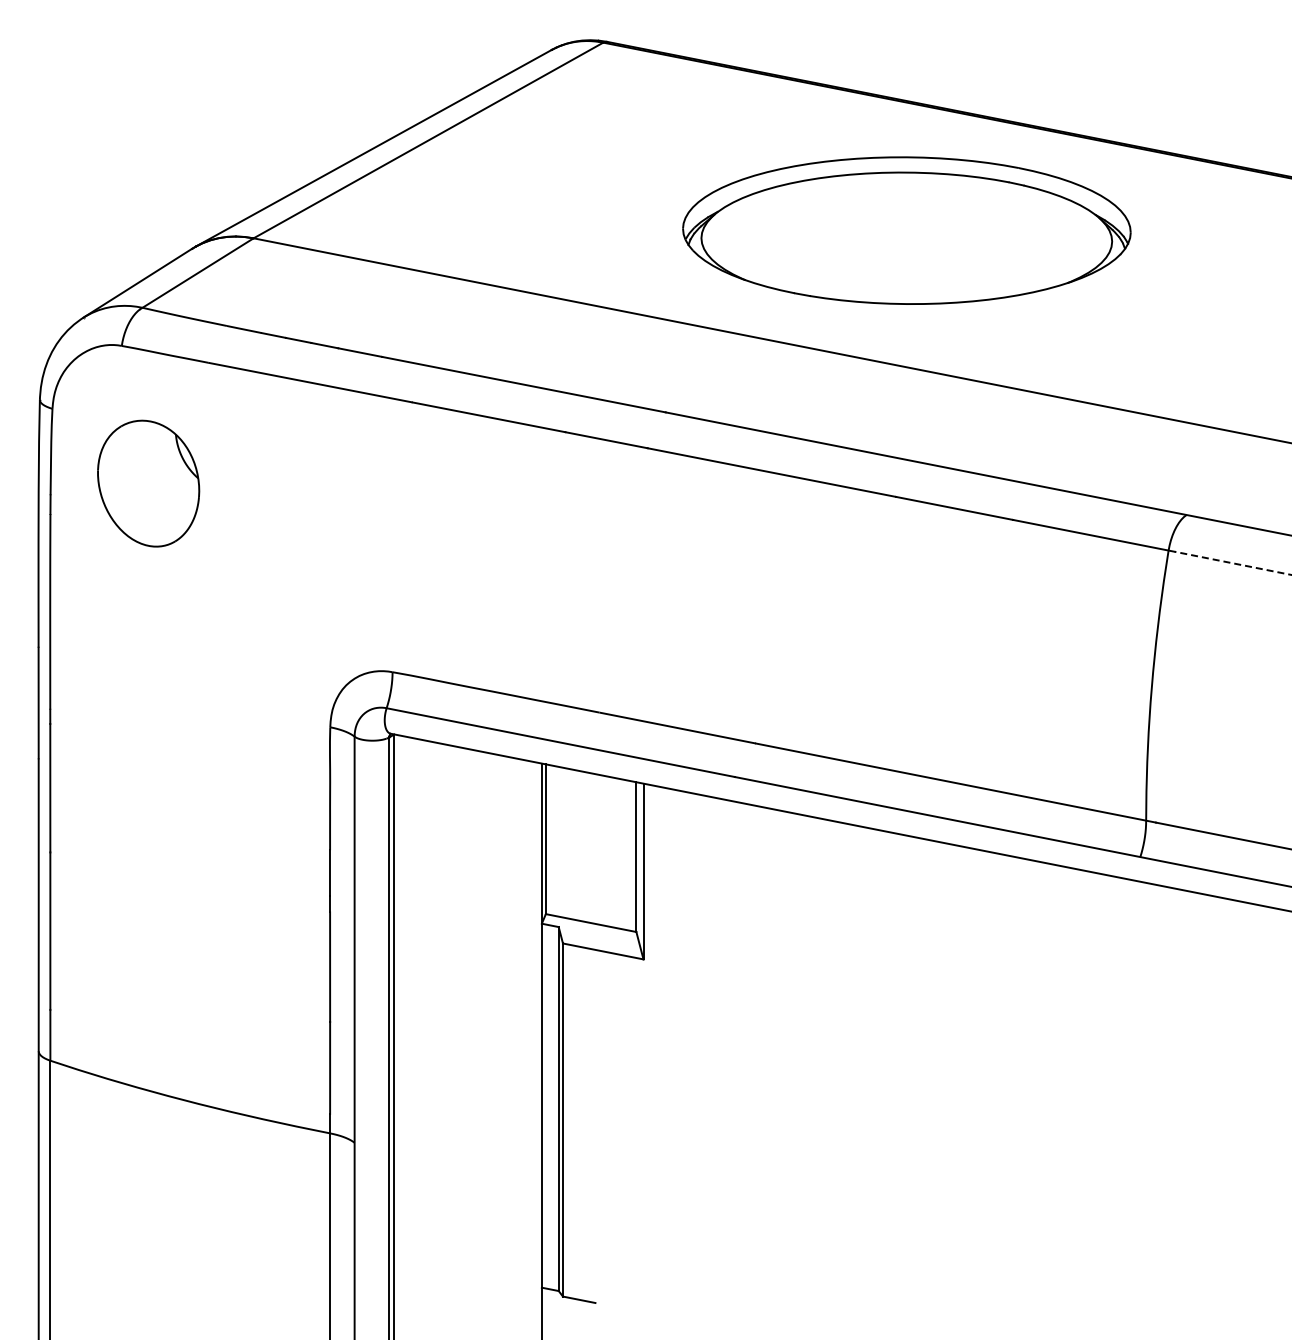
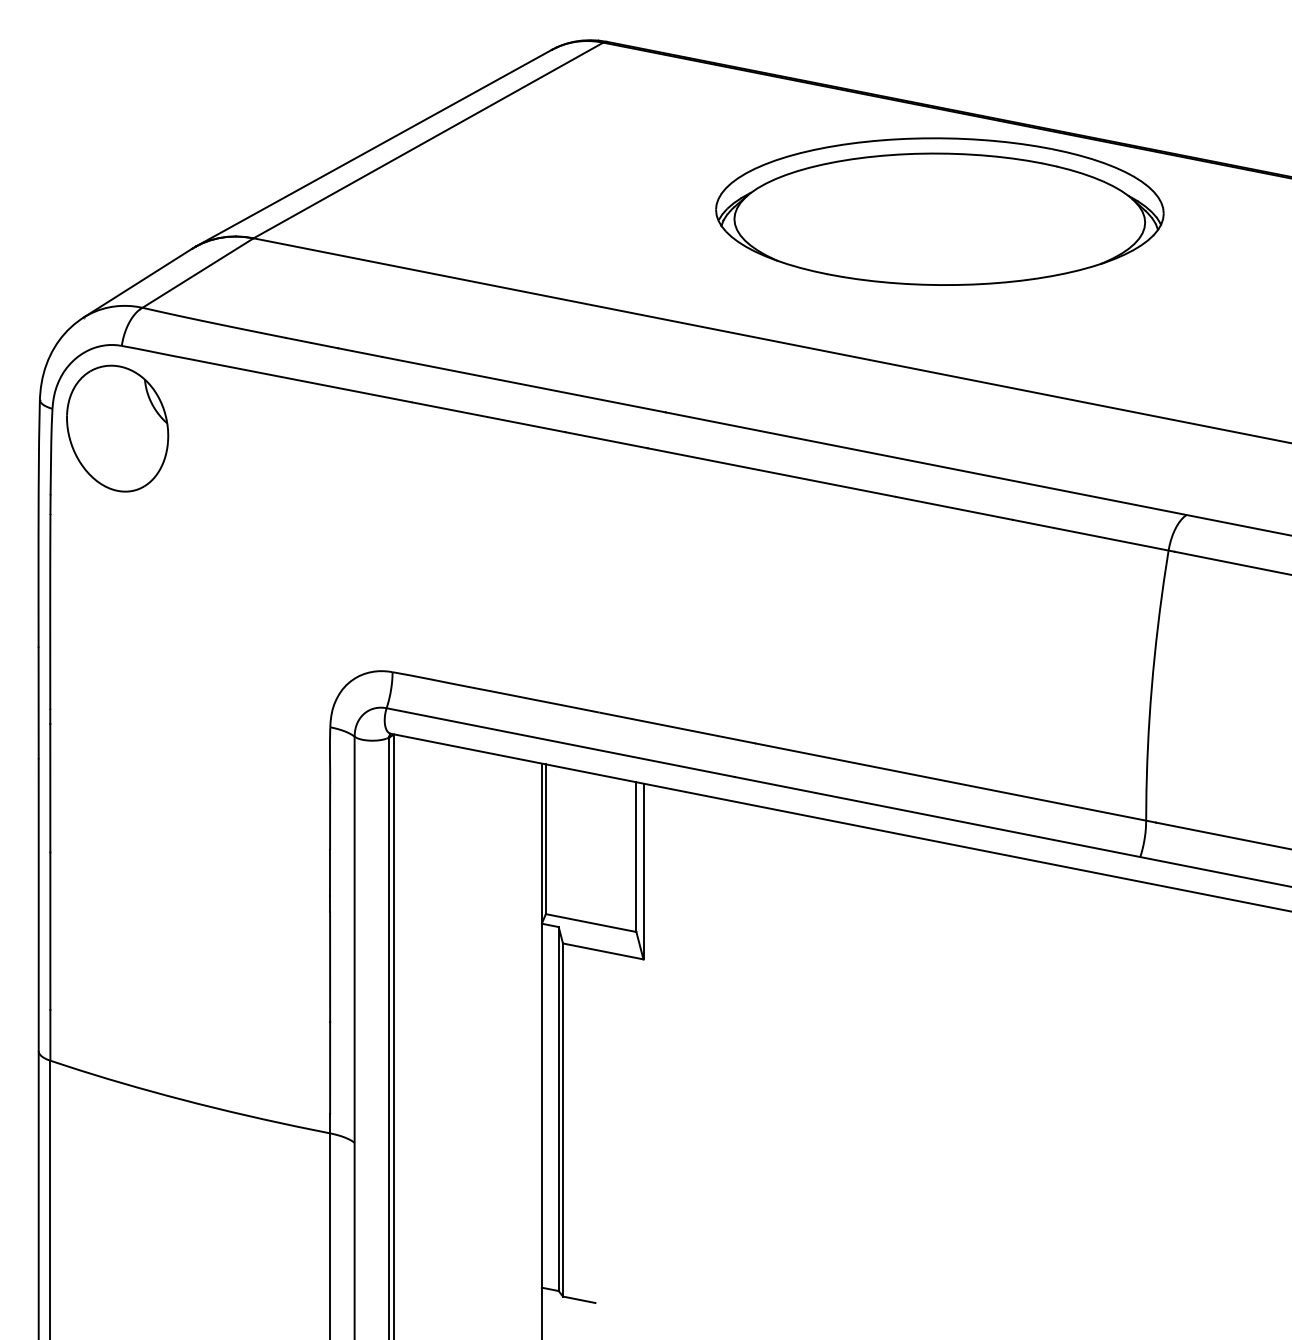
part at (906, 230) position: (906, 230) -> (939, 211)
part at (148, 483) position: (148, 483) -> (117, 428)
line at (1232, 563): dashed -> solid
